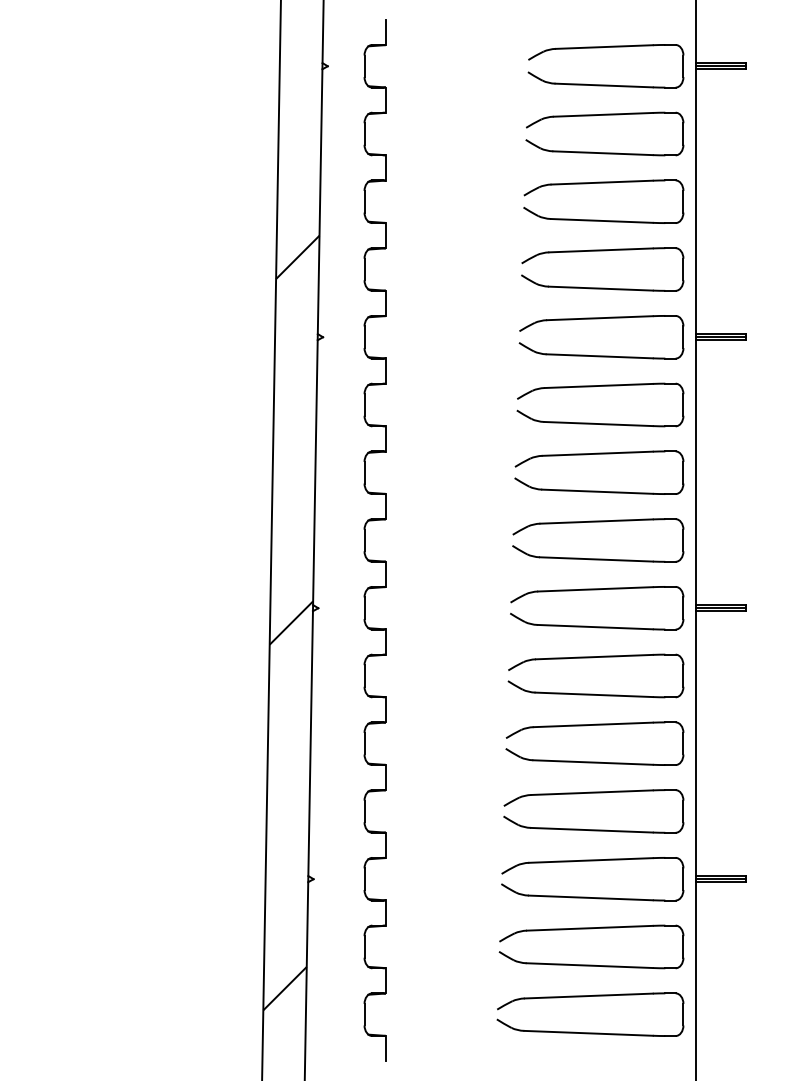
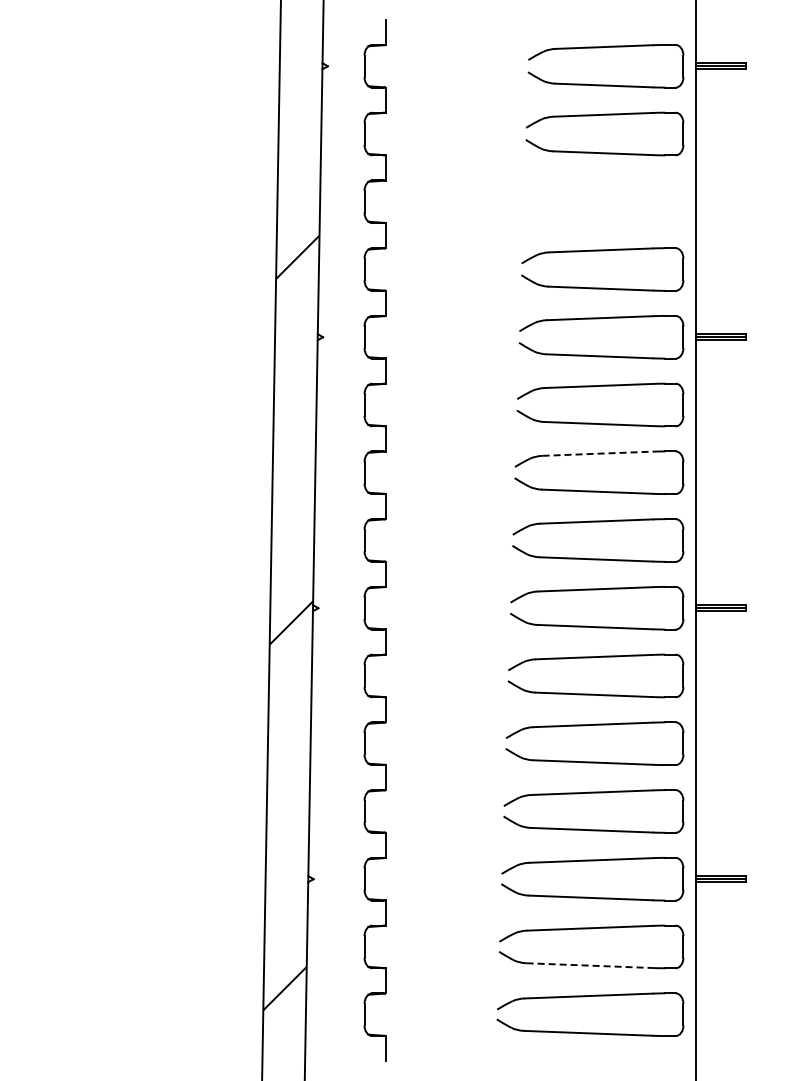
part at (603, 183): present -> none
line at (598, 453): solid -> dashed
line at (590, 965): solid -> dashed
